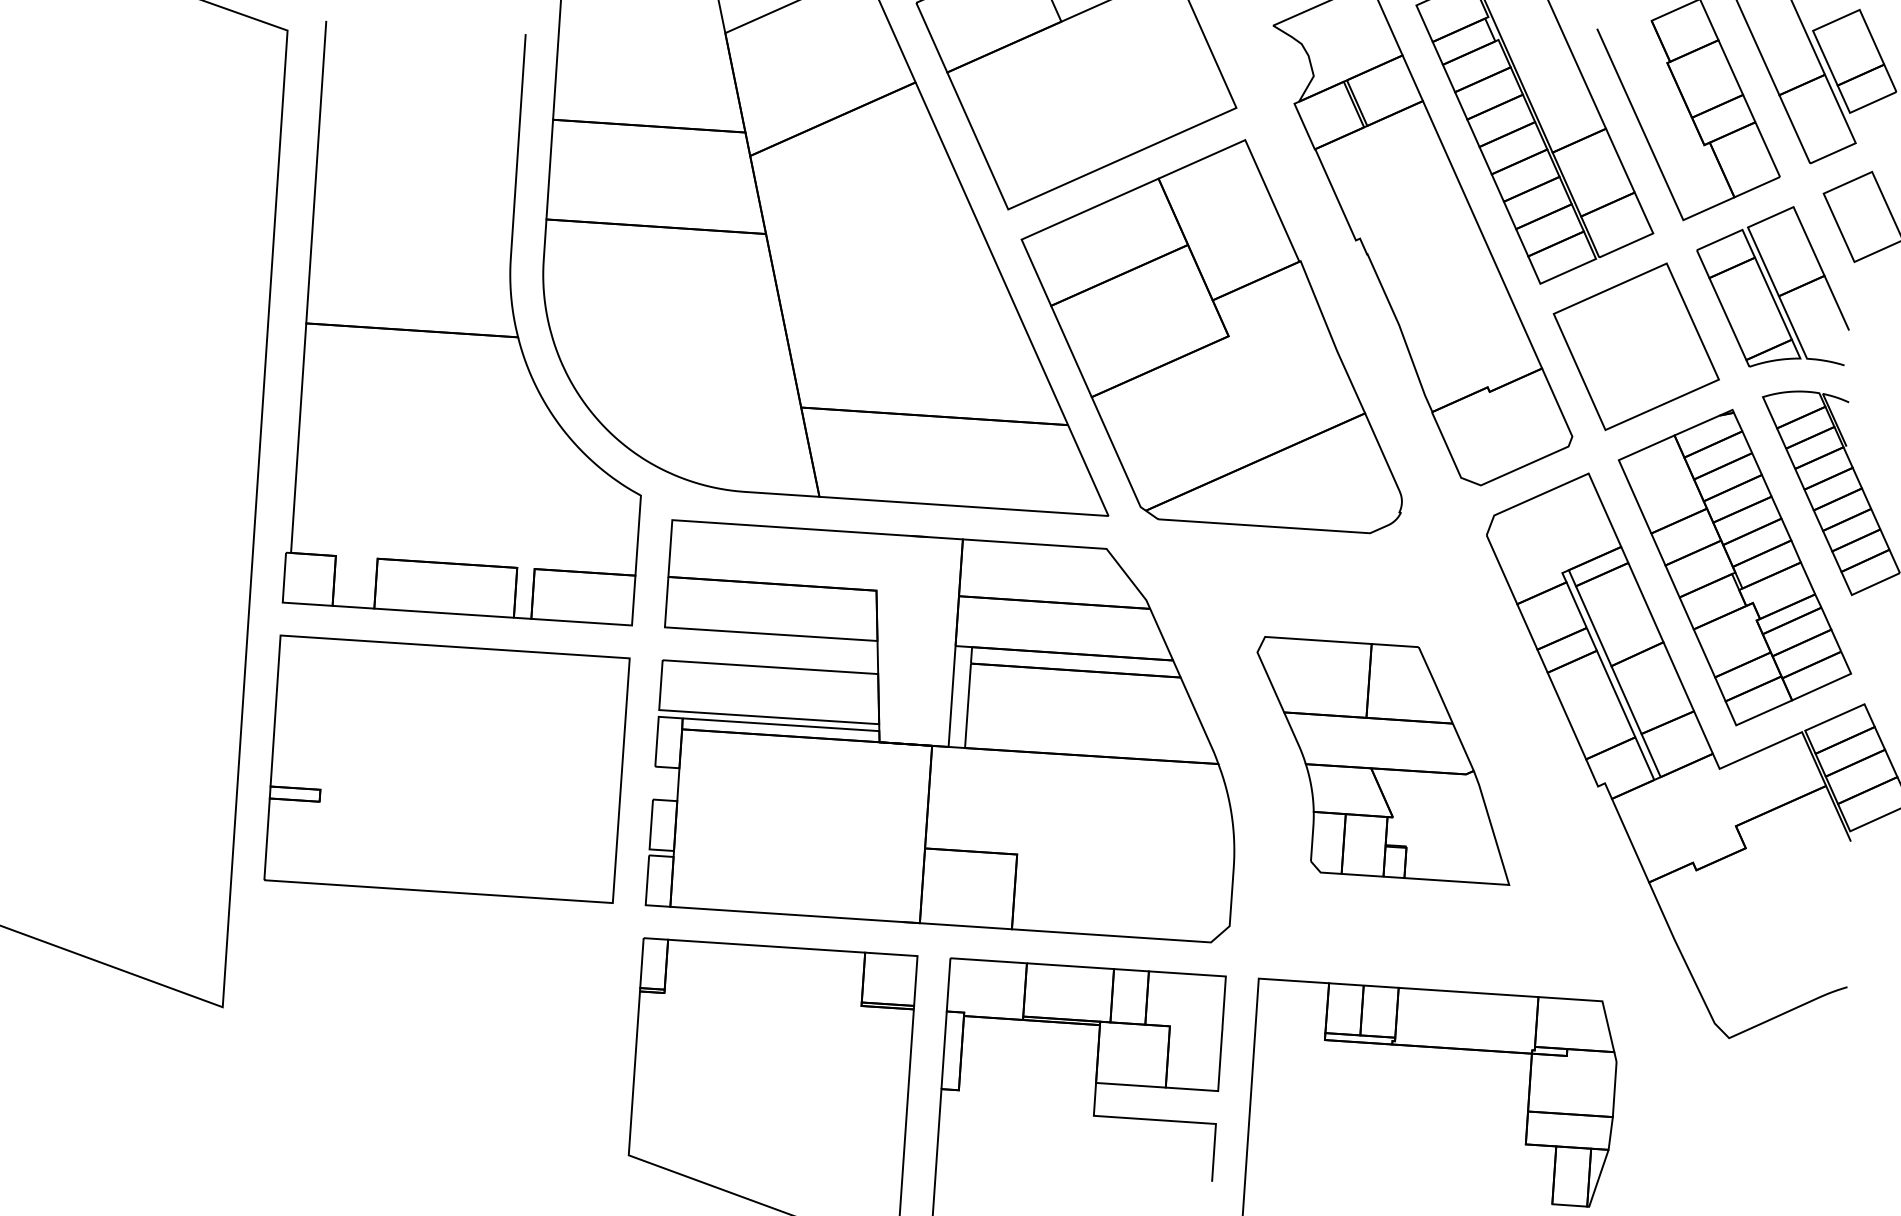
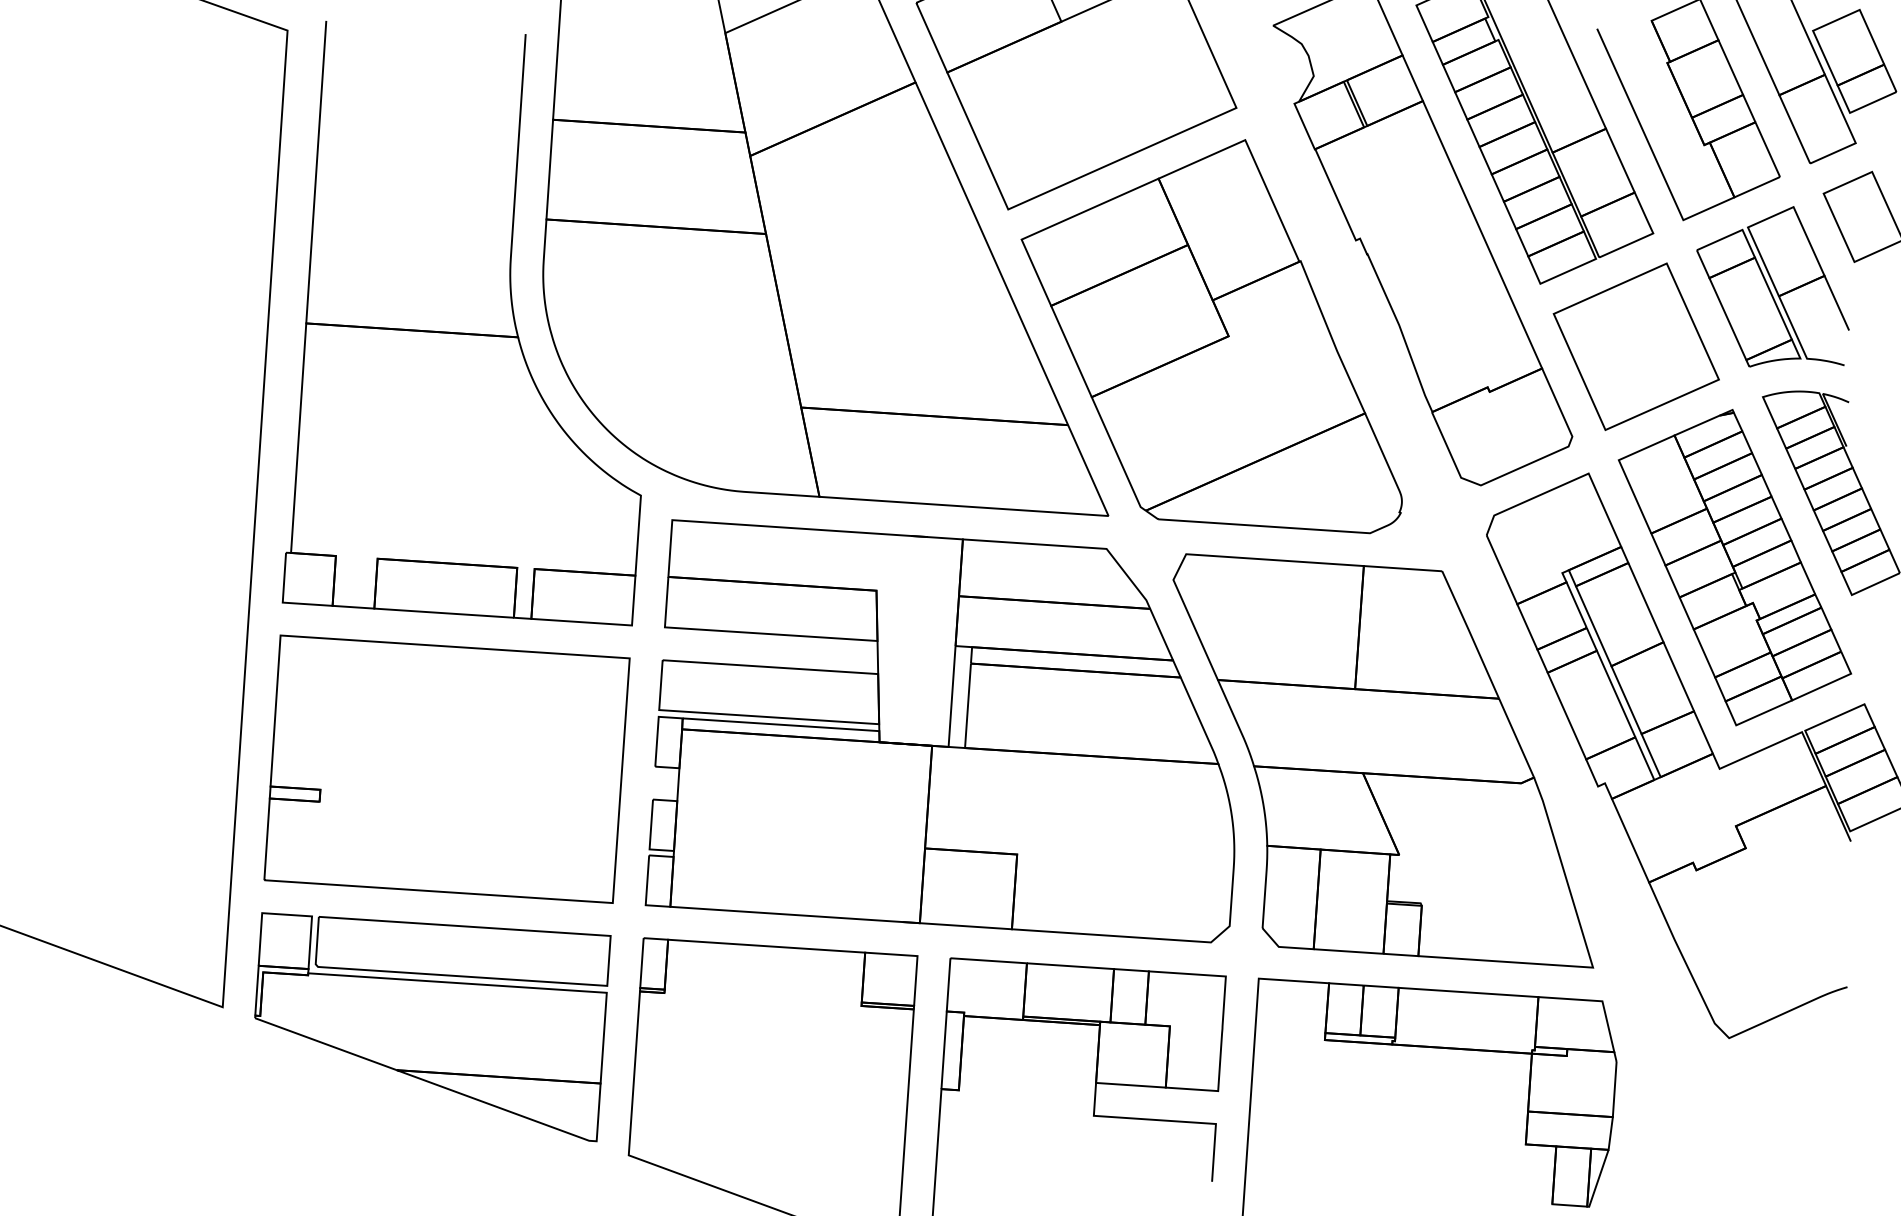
part at (1383, 760) size: 255x250 px -> 423x416 px
part at (432, 1027): none -> present
